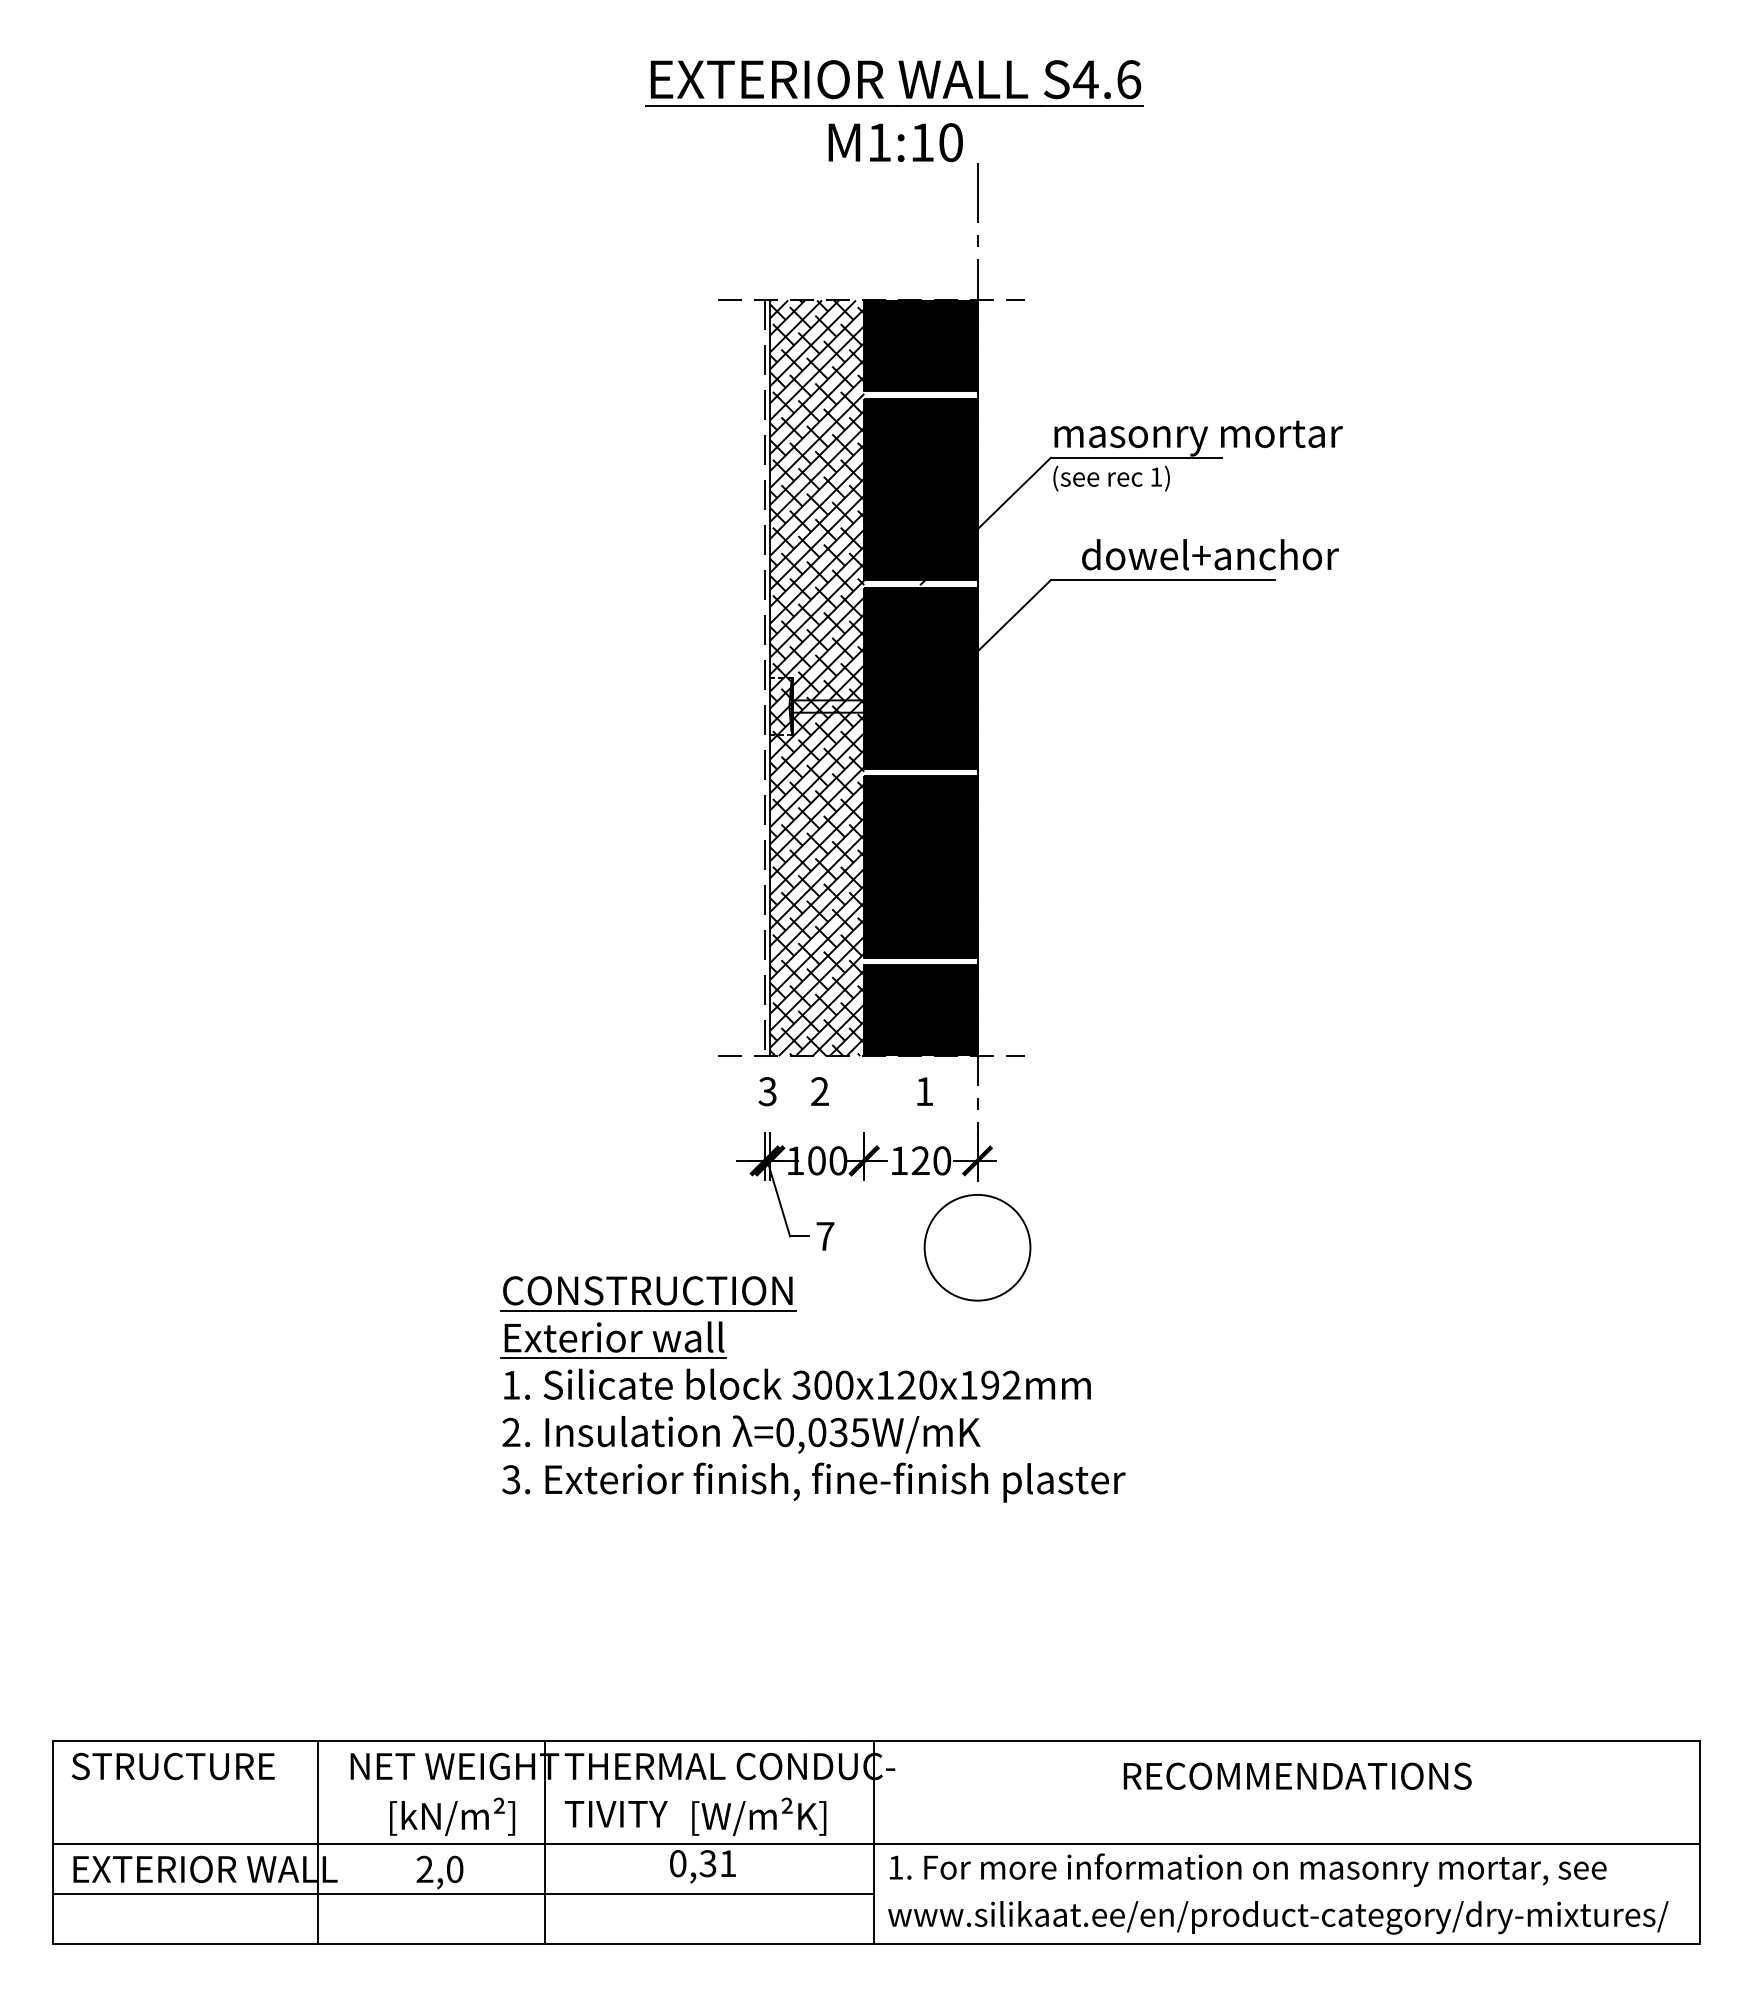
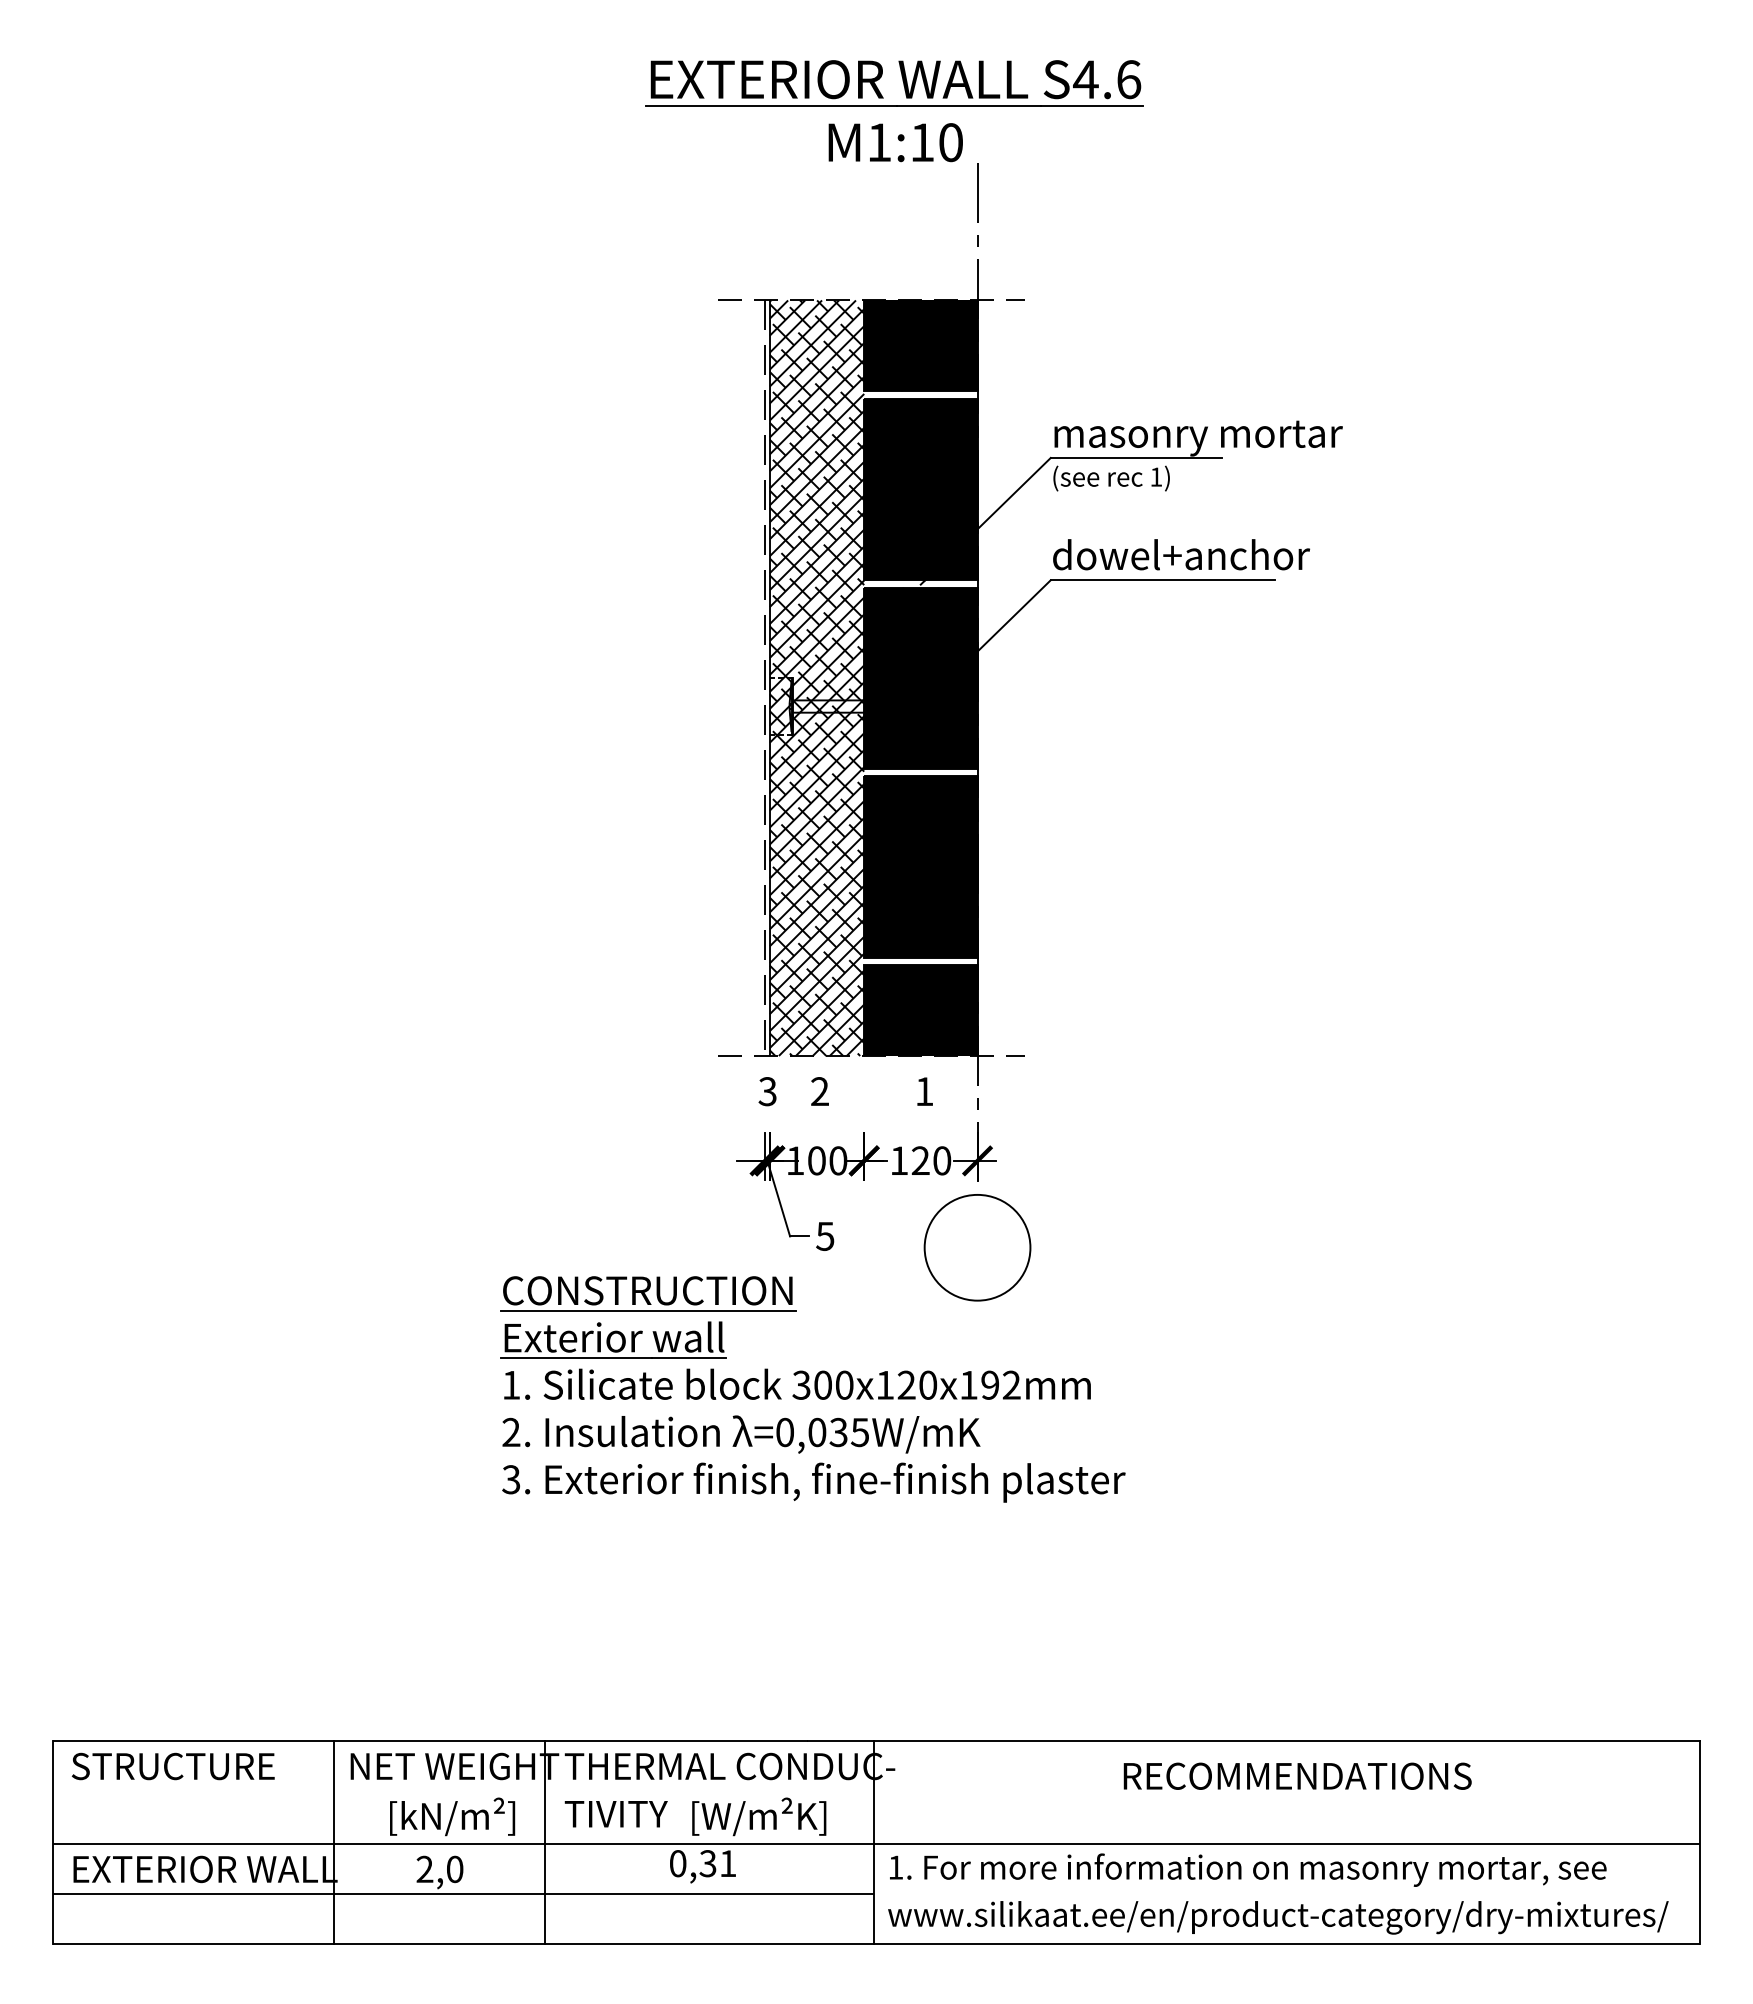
text at (1210, 554) position: (1210, 554) -> (1181, 554)
text at (825, 1236): 7 -> 5
line at (317, 1842) position: (317, 1842) -> (333, 1842)
